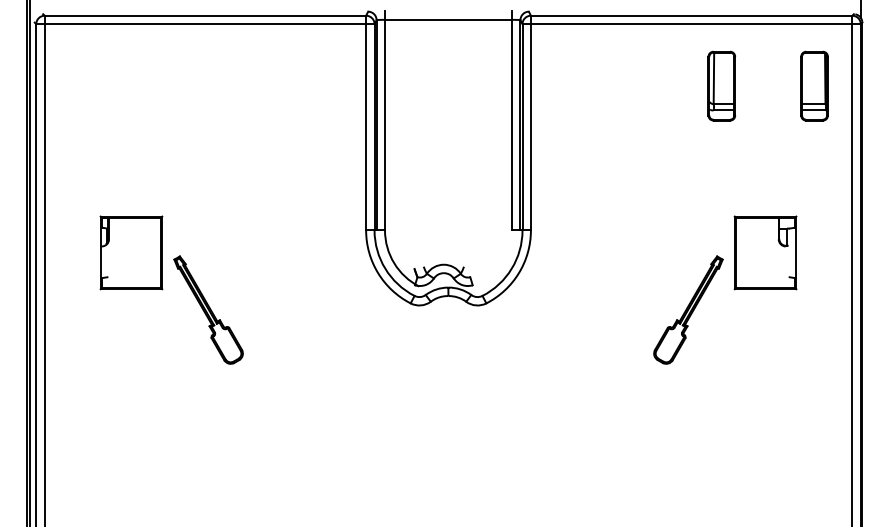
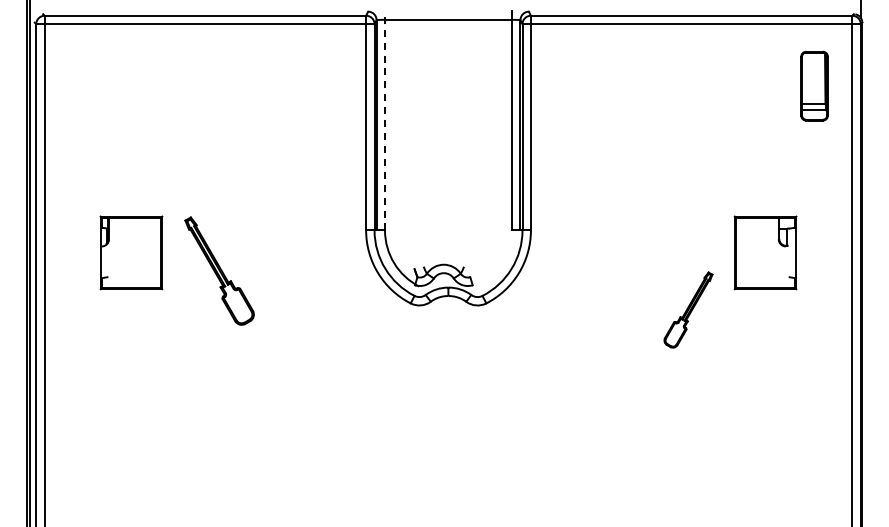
part at (721, 85): present -> none
line at (385, 120): solid -> dashed
part at (208, 309) position: (208, 309) -> (219, 270)
part at (688, 309) size: 71x110 px -> 51x78 px
